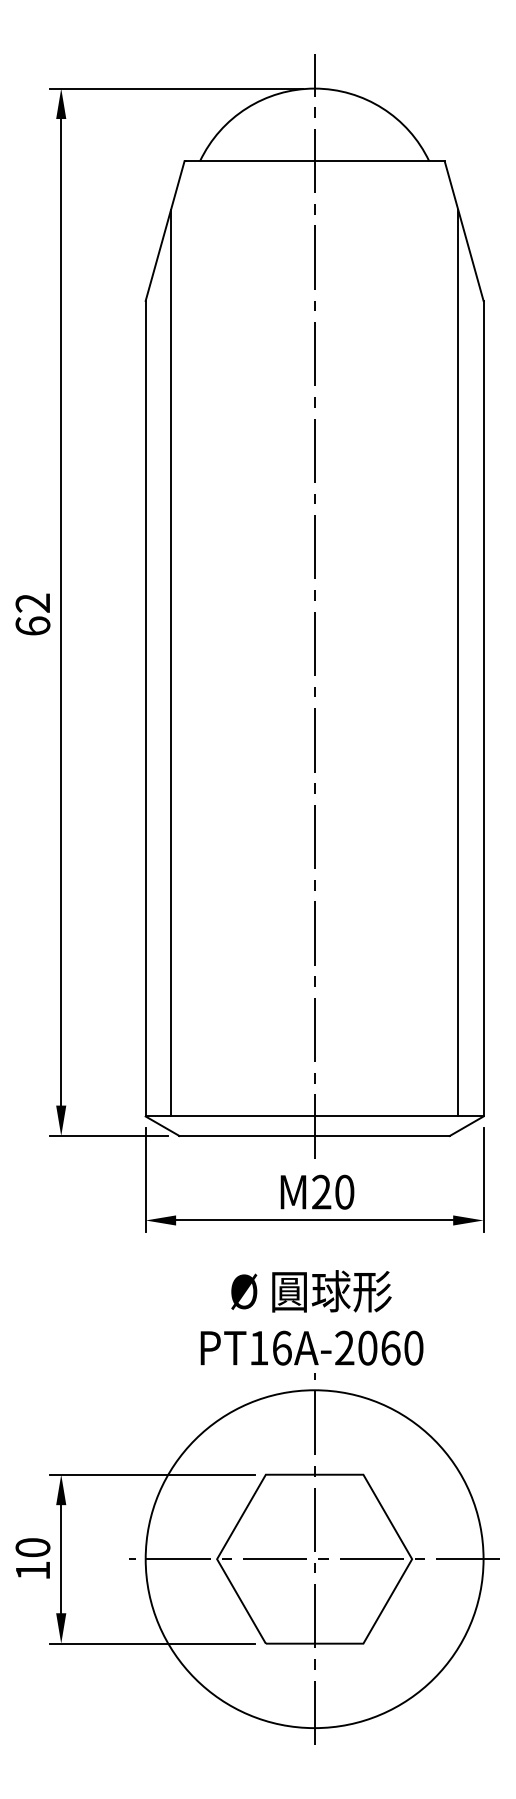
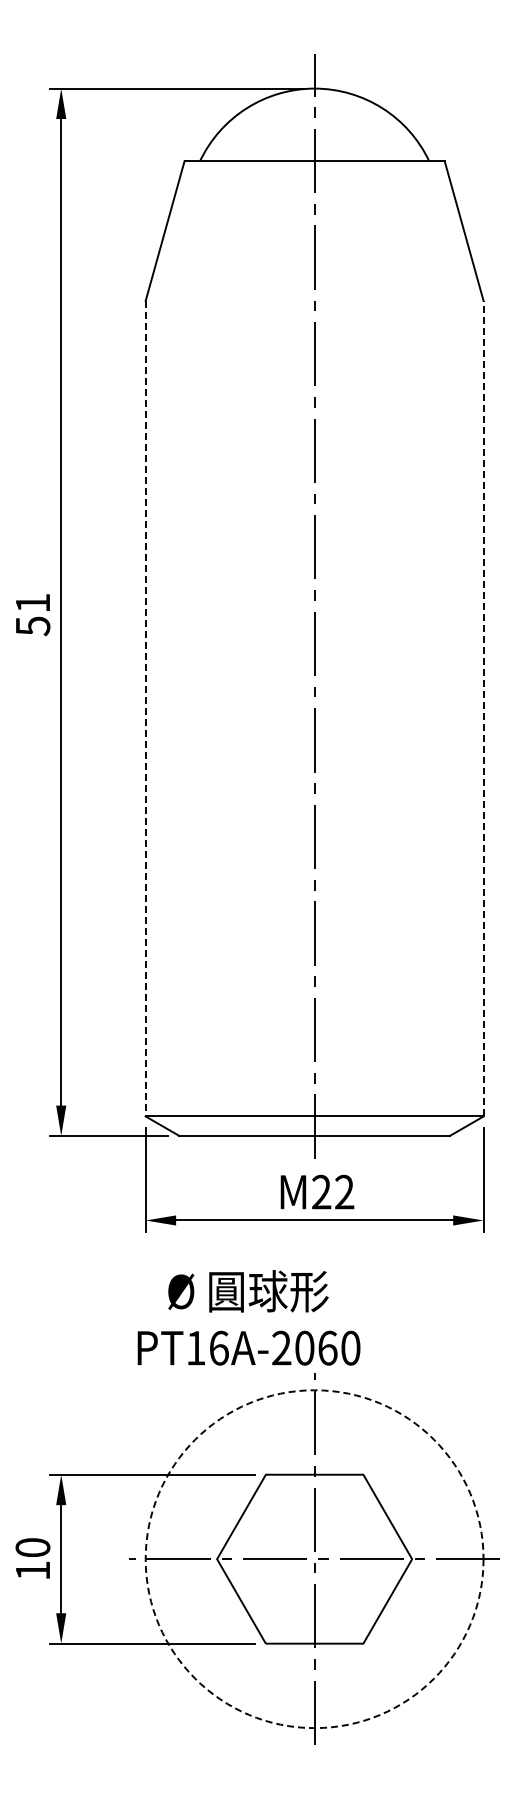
text at (32, 614): 62 -> 51
line at (171, 662): present -> none
line at (458, 662): present -> none
line at (145, 708): solid -> dashed
line at (483, 708): solid -> dashed
text at (344, 1191): M20 -> M22
text at (311, 1317) position: (311, 1317) -> (248, 1317)
circle at (314, 1559): solid -> dashed
